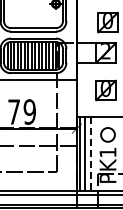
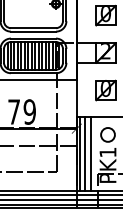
part at (107, 22) position: (107, 22) -> (105, 15)
line at (90, 154): dashed -> solid
line at (60, 199): none -> present
